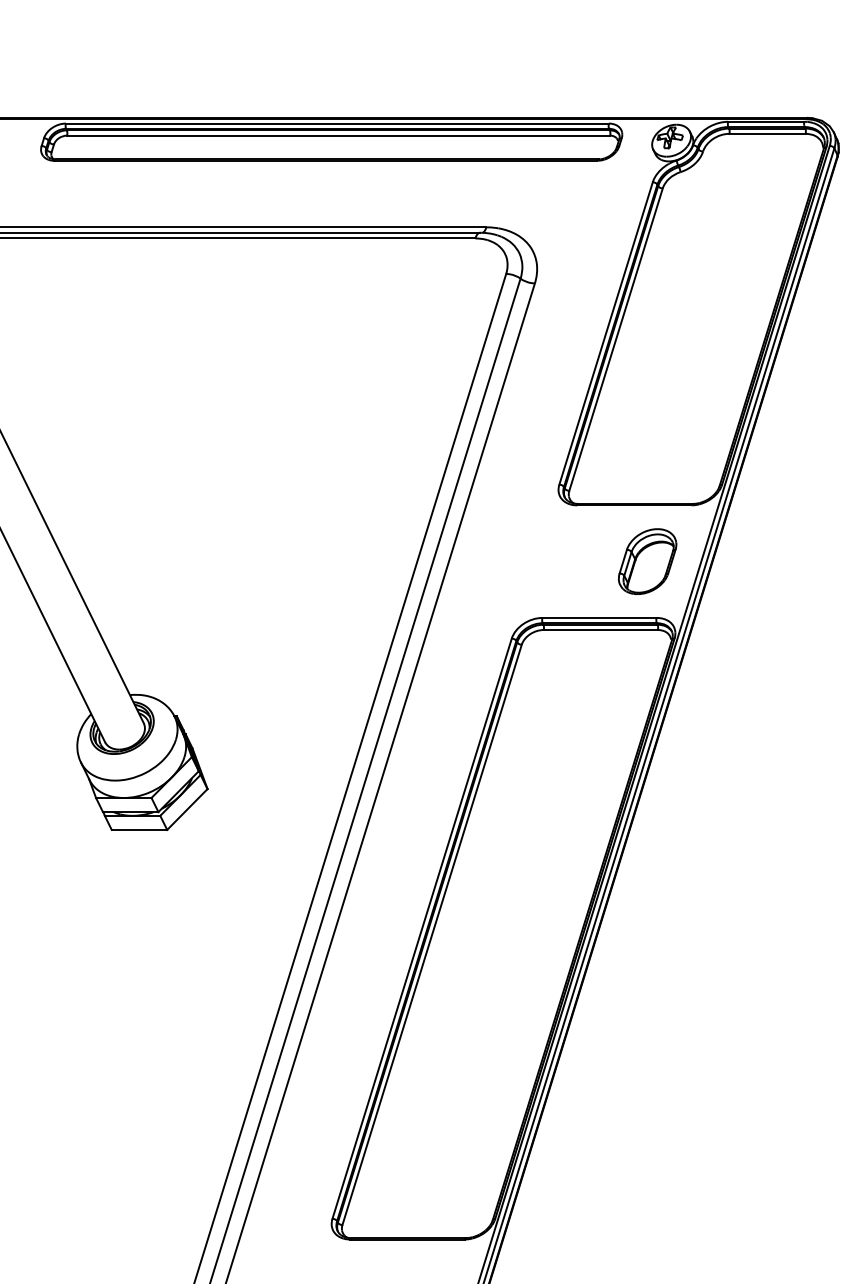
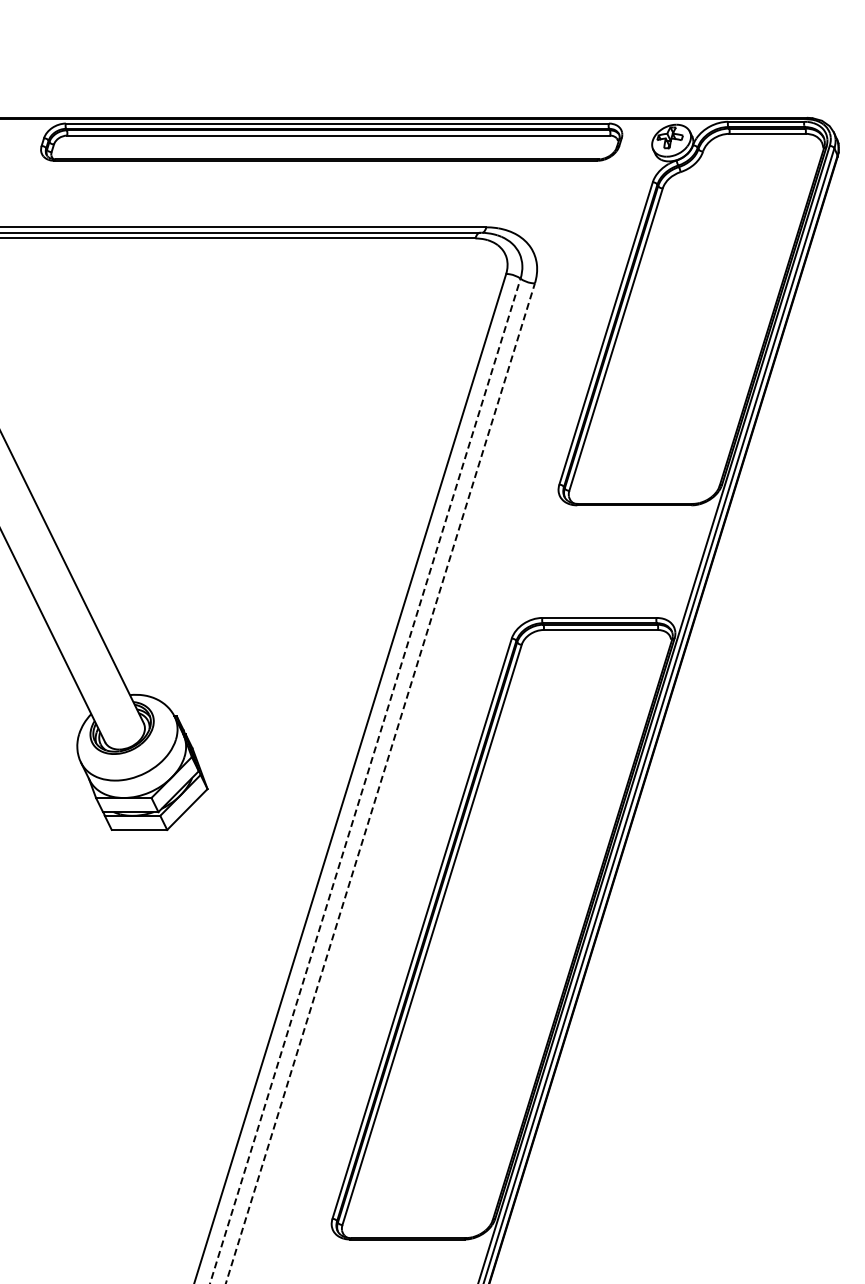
part at (647, 561): present -> none
line at (365, 781): solid -> dashed
line at (380, 782): solid -> dashed
